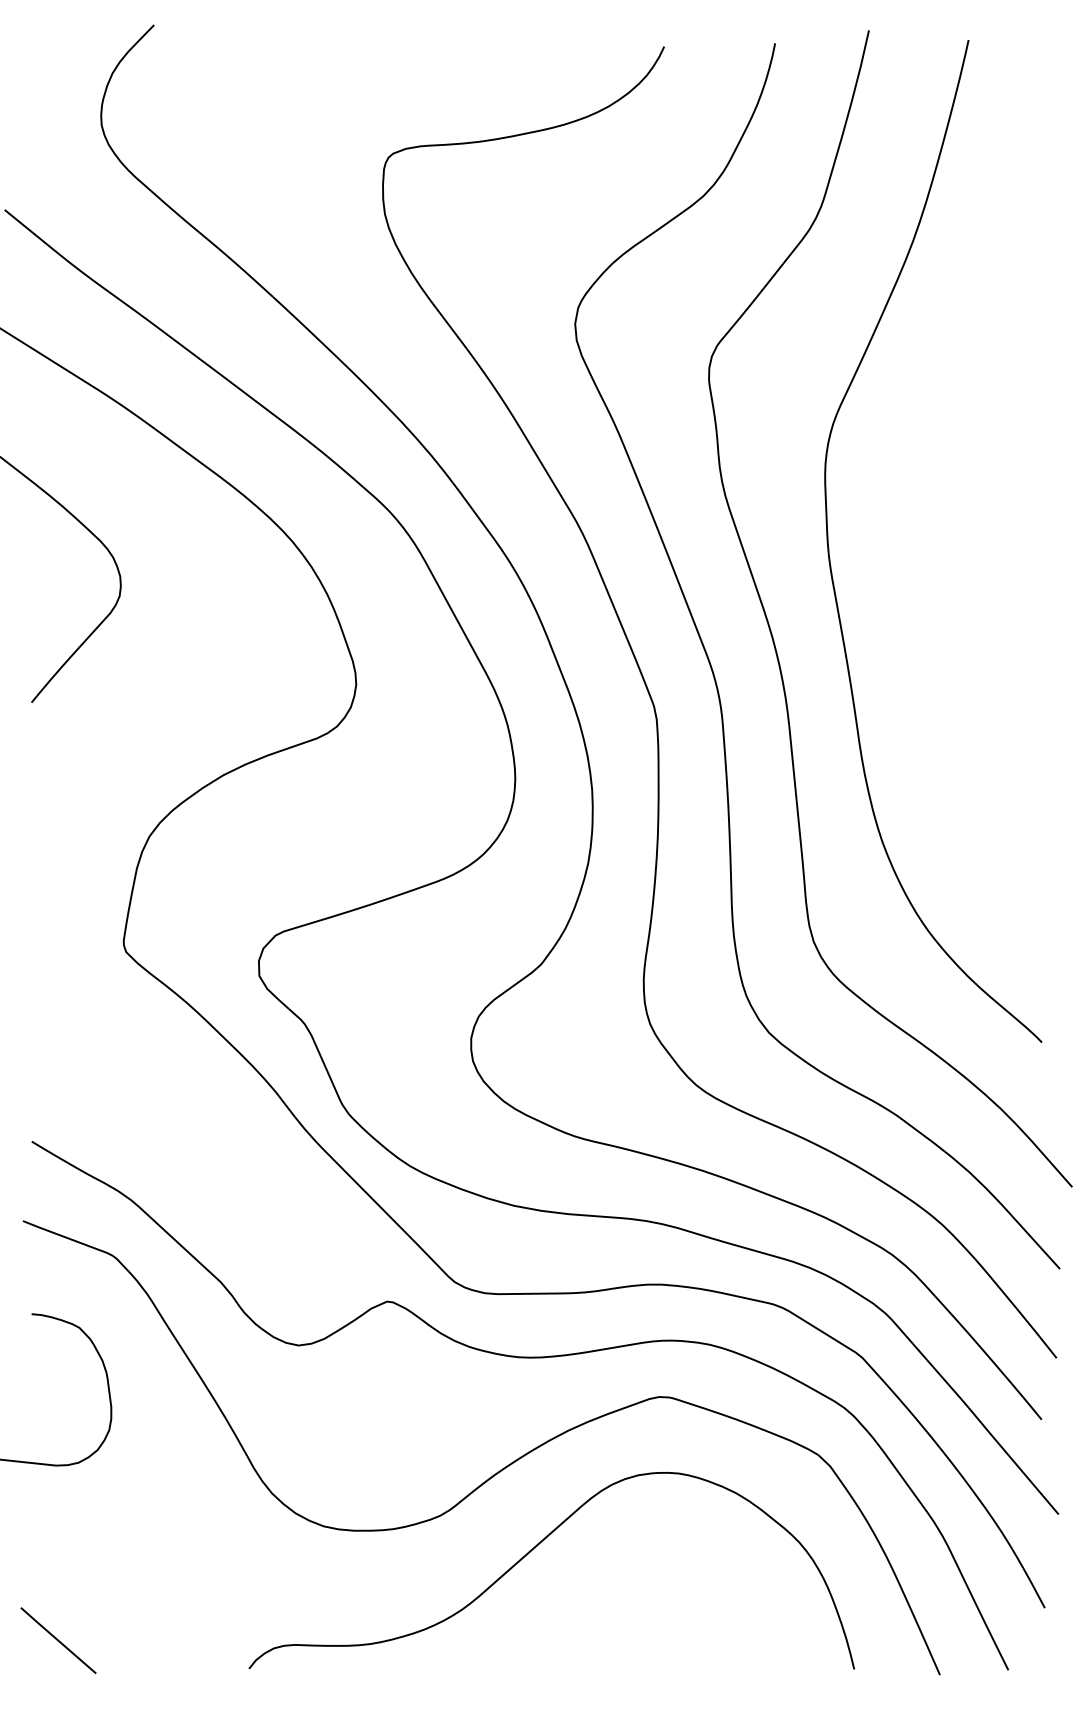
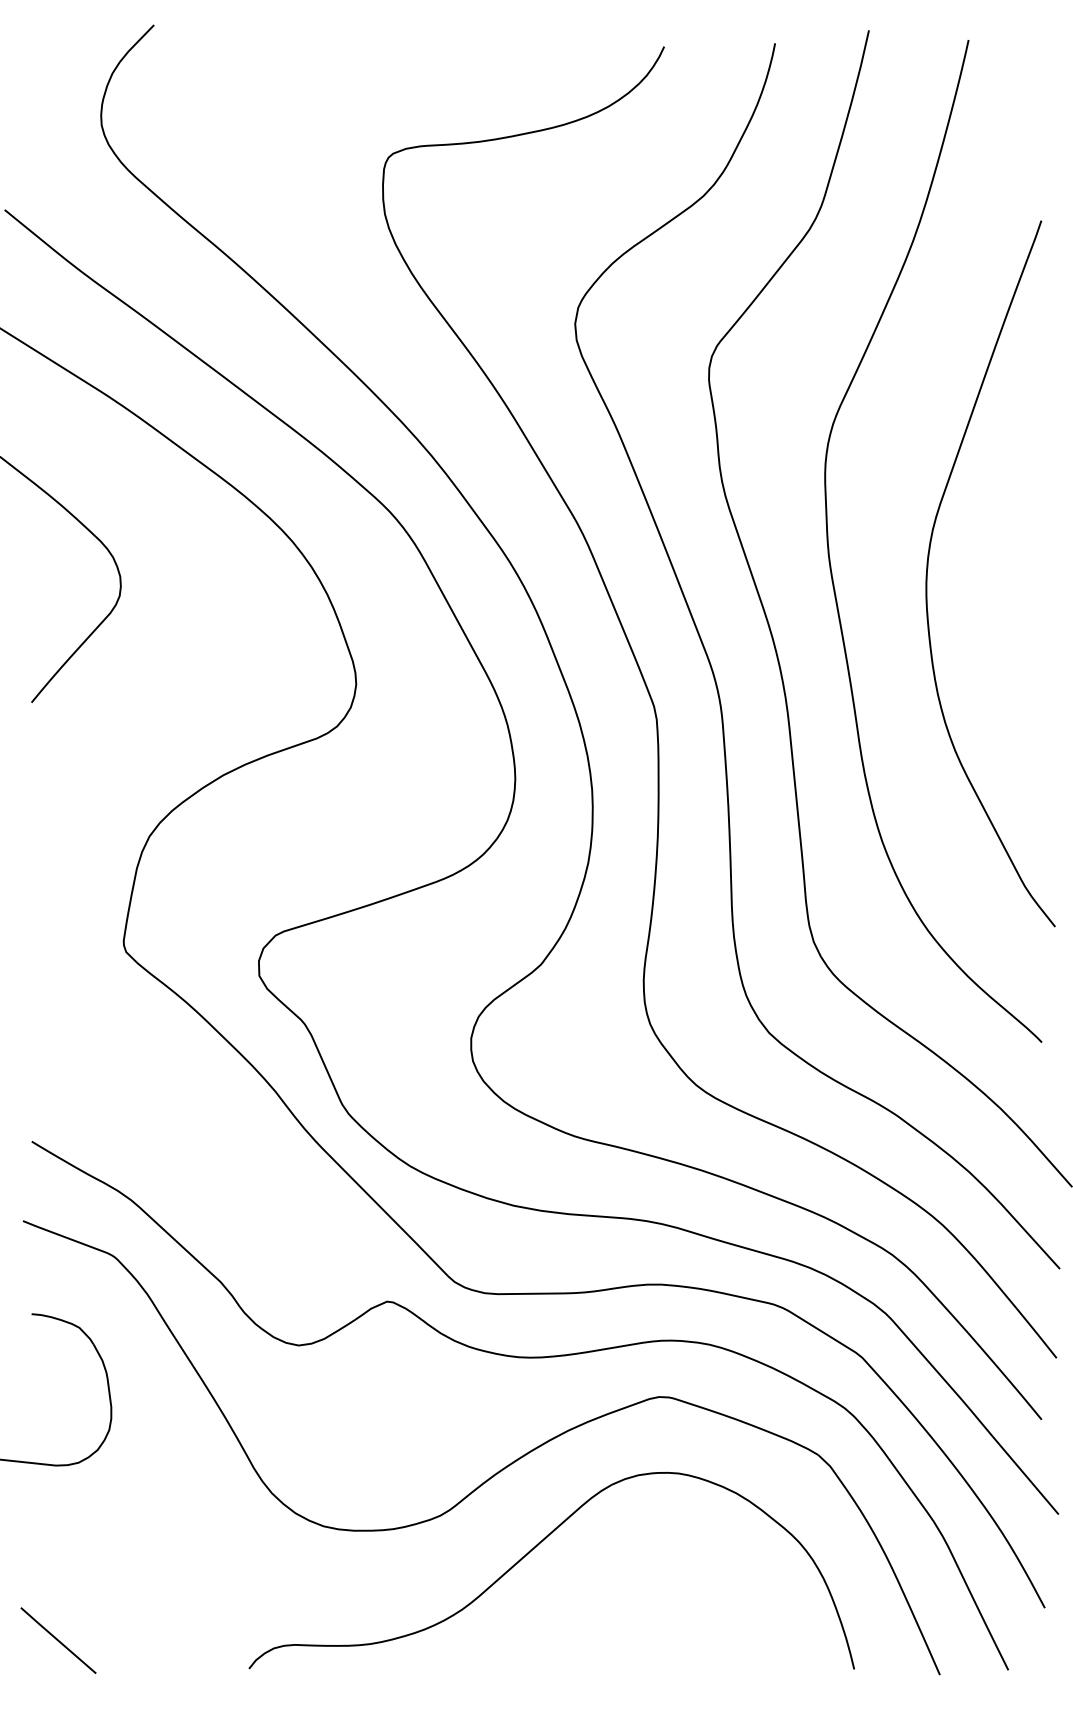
curve at (928, 568): none -> present
